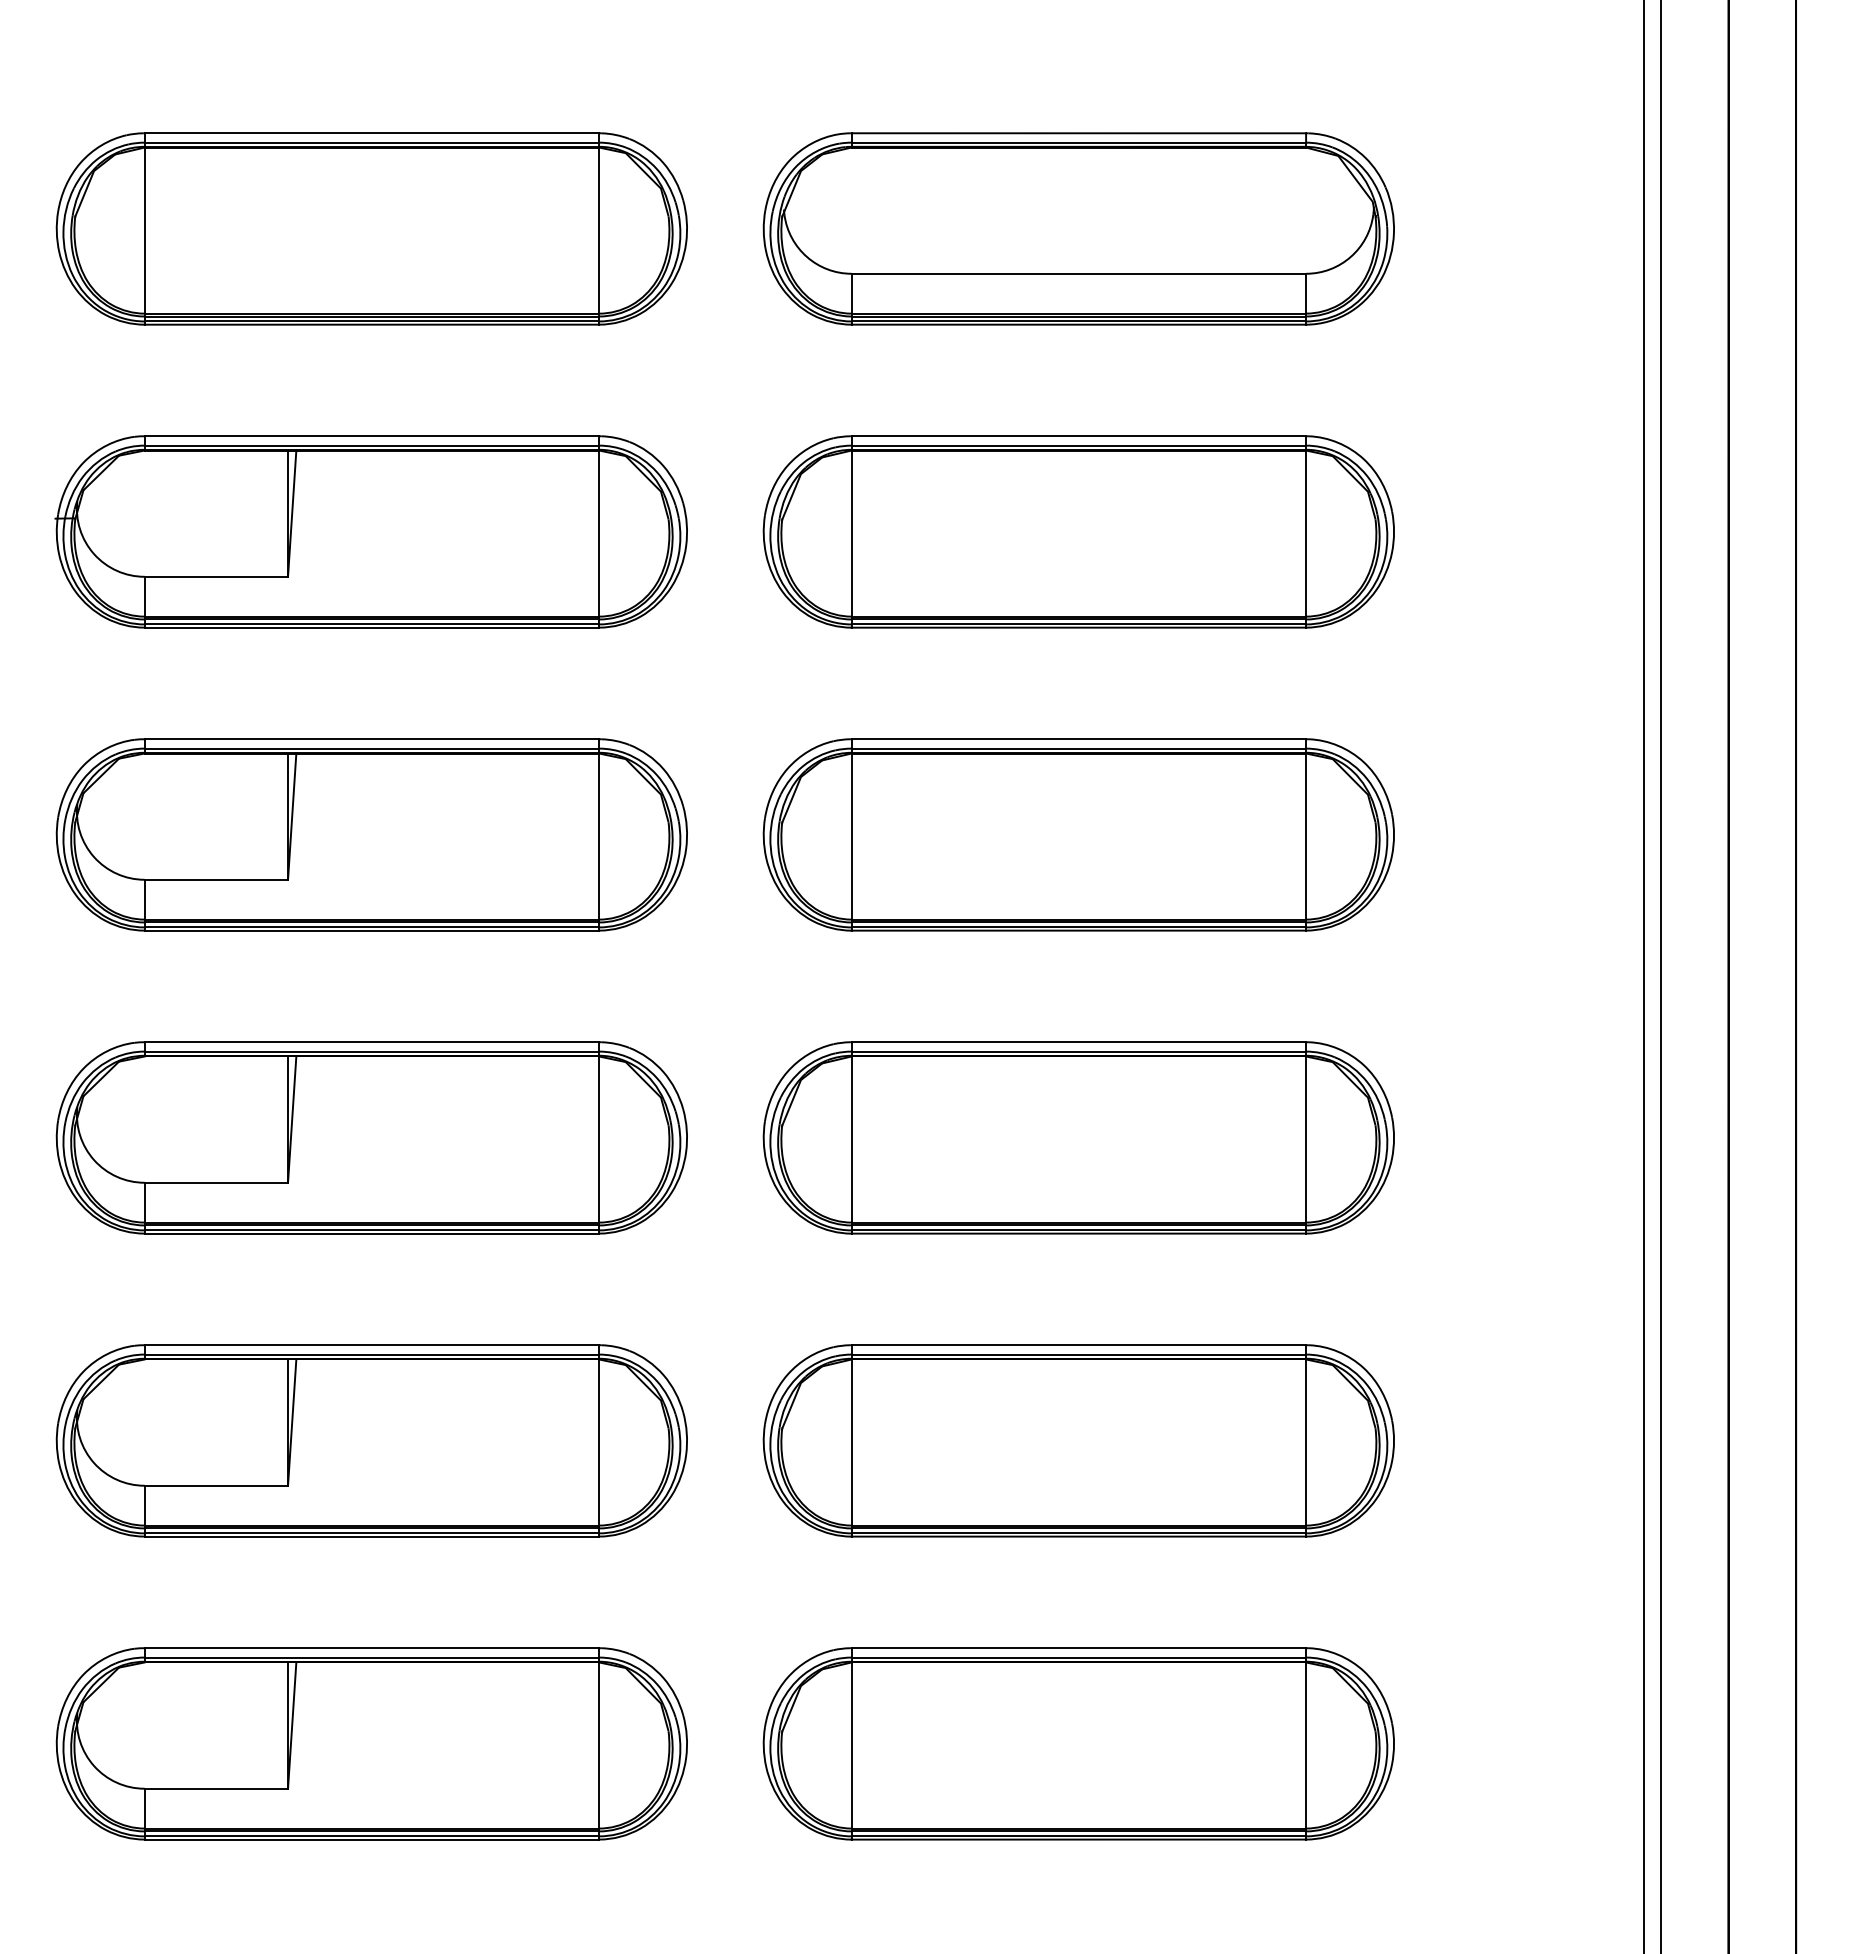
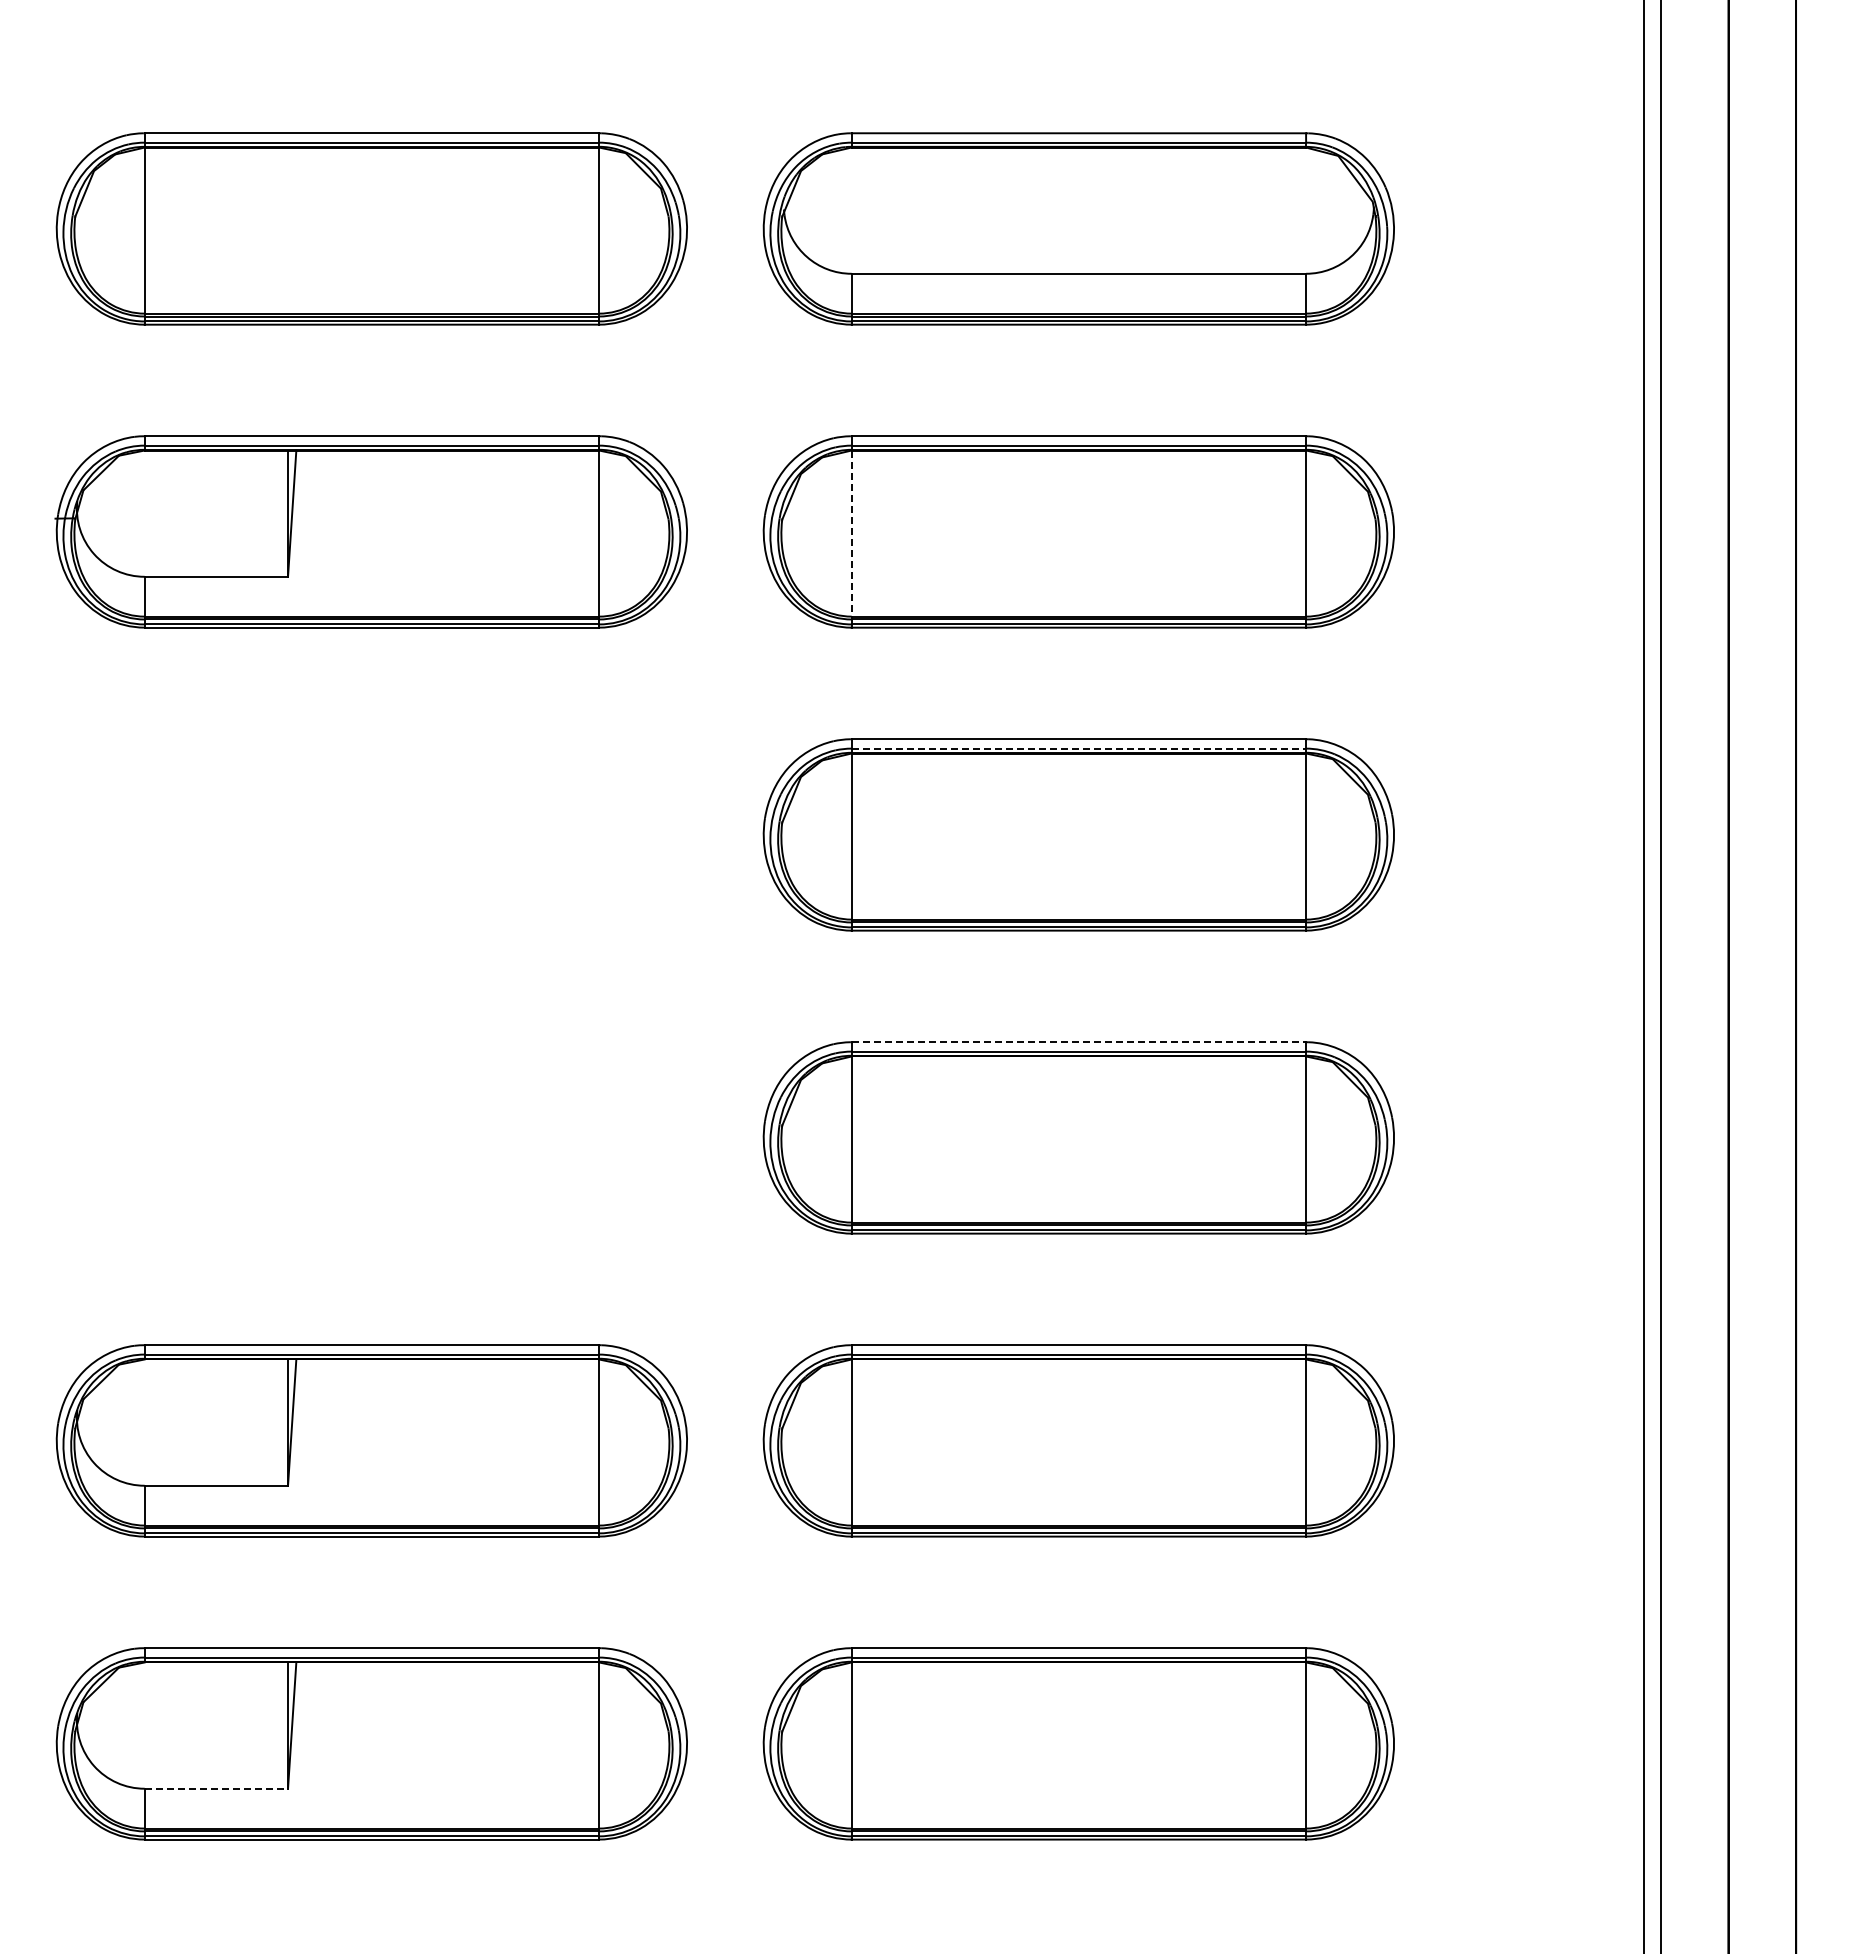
line at (851, 534): solid -> dashed
line at (1079, 748): solid -> dashed
part at (371, 834): present -> none
line at (1079, 1042): solid -> dashed
part at (371, 1137): present -> none
line at (216, 1788): solid -> dashed
